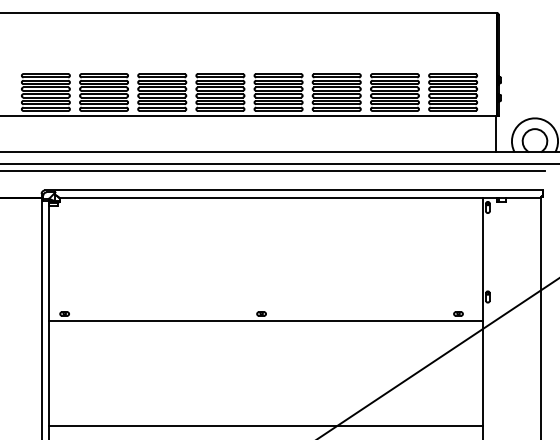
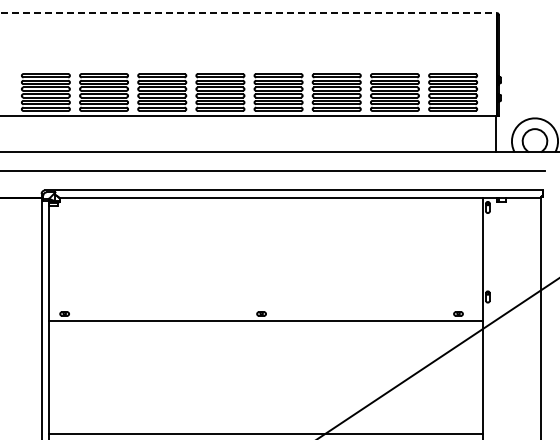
line at (249, 13): solid -> dashed
line at (279, 163): present -> none
line at (266, 426) position: (266, 426) -> (266, 434)
